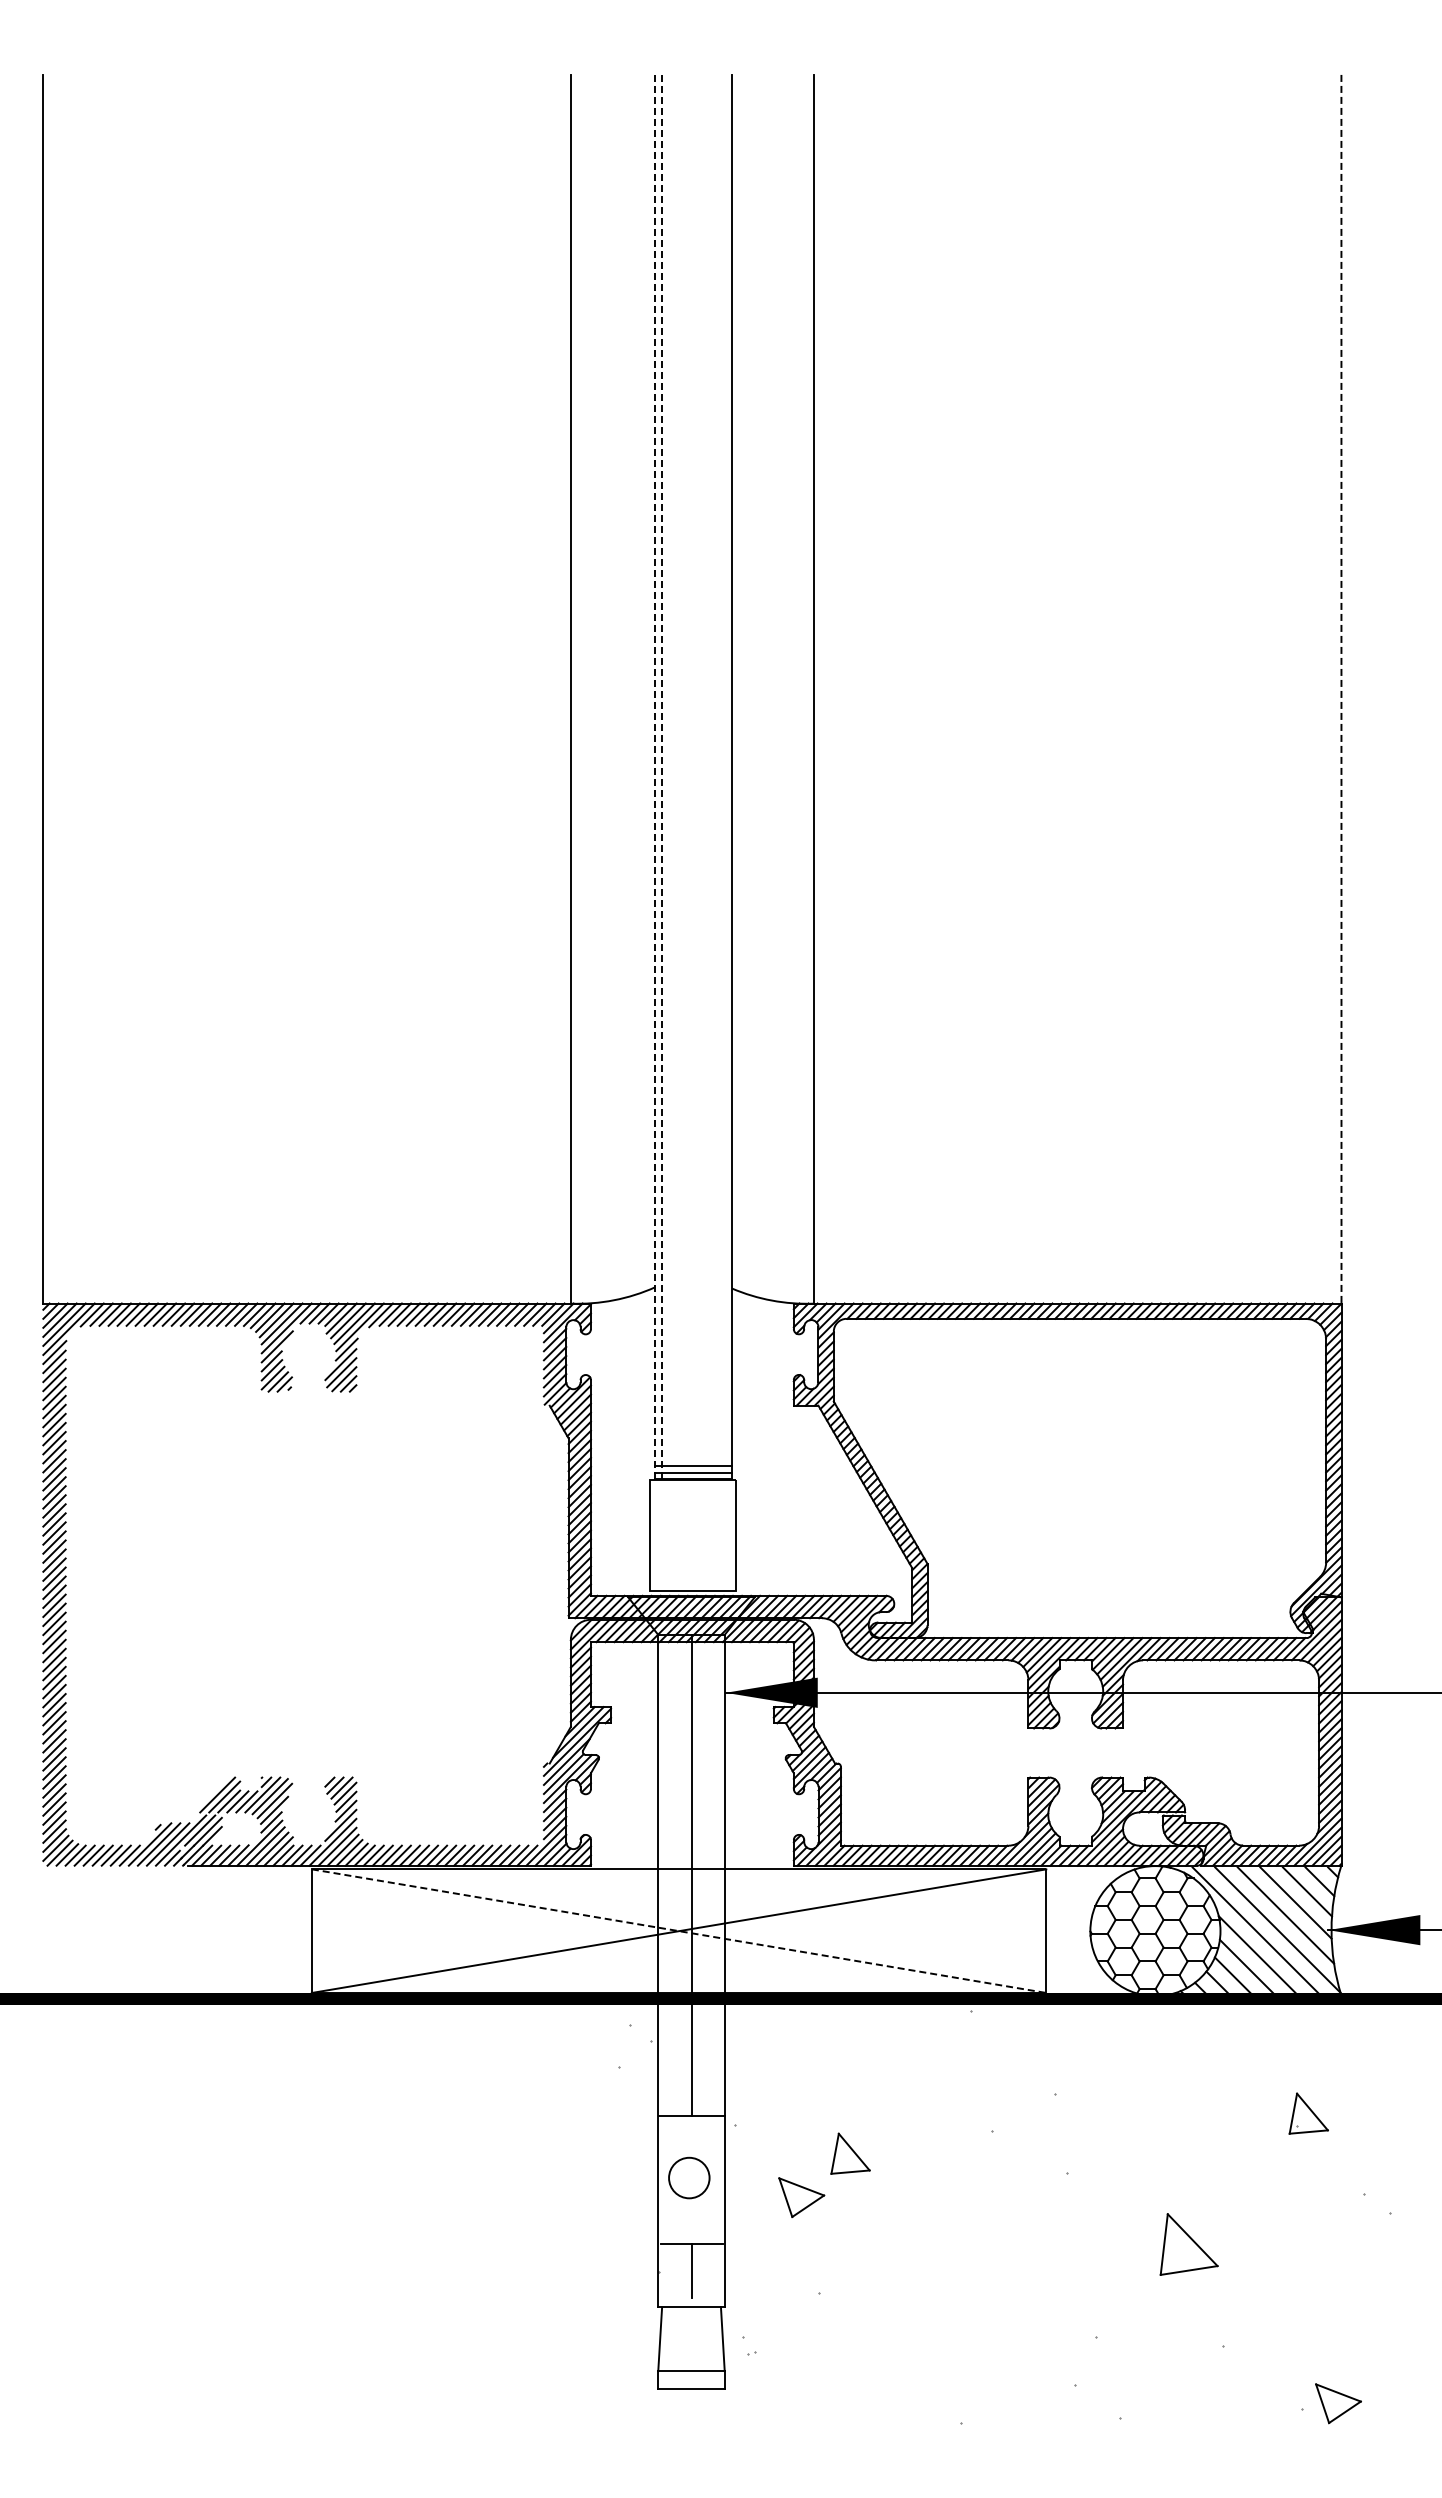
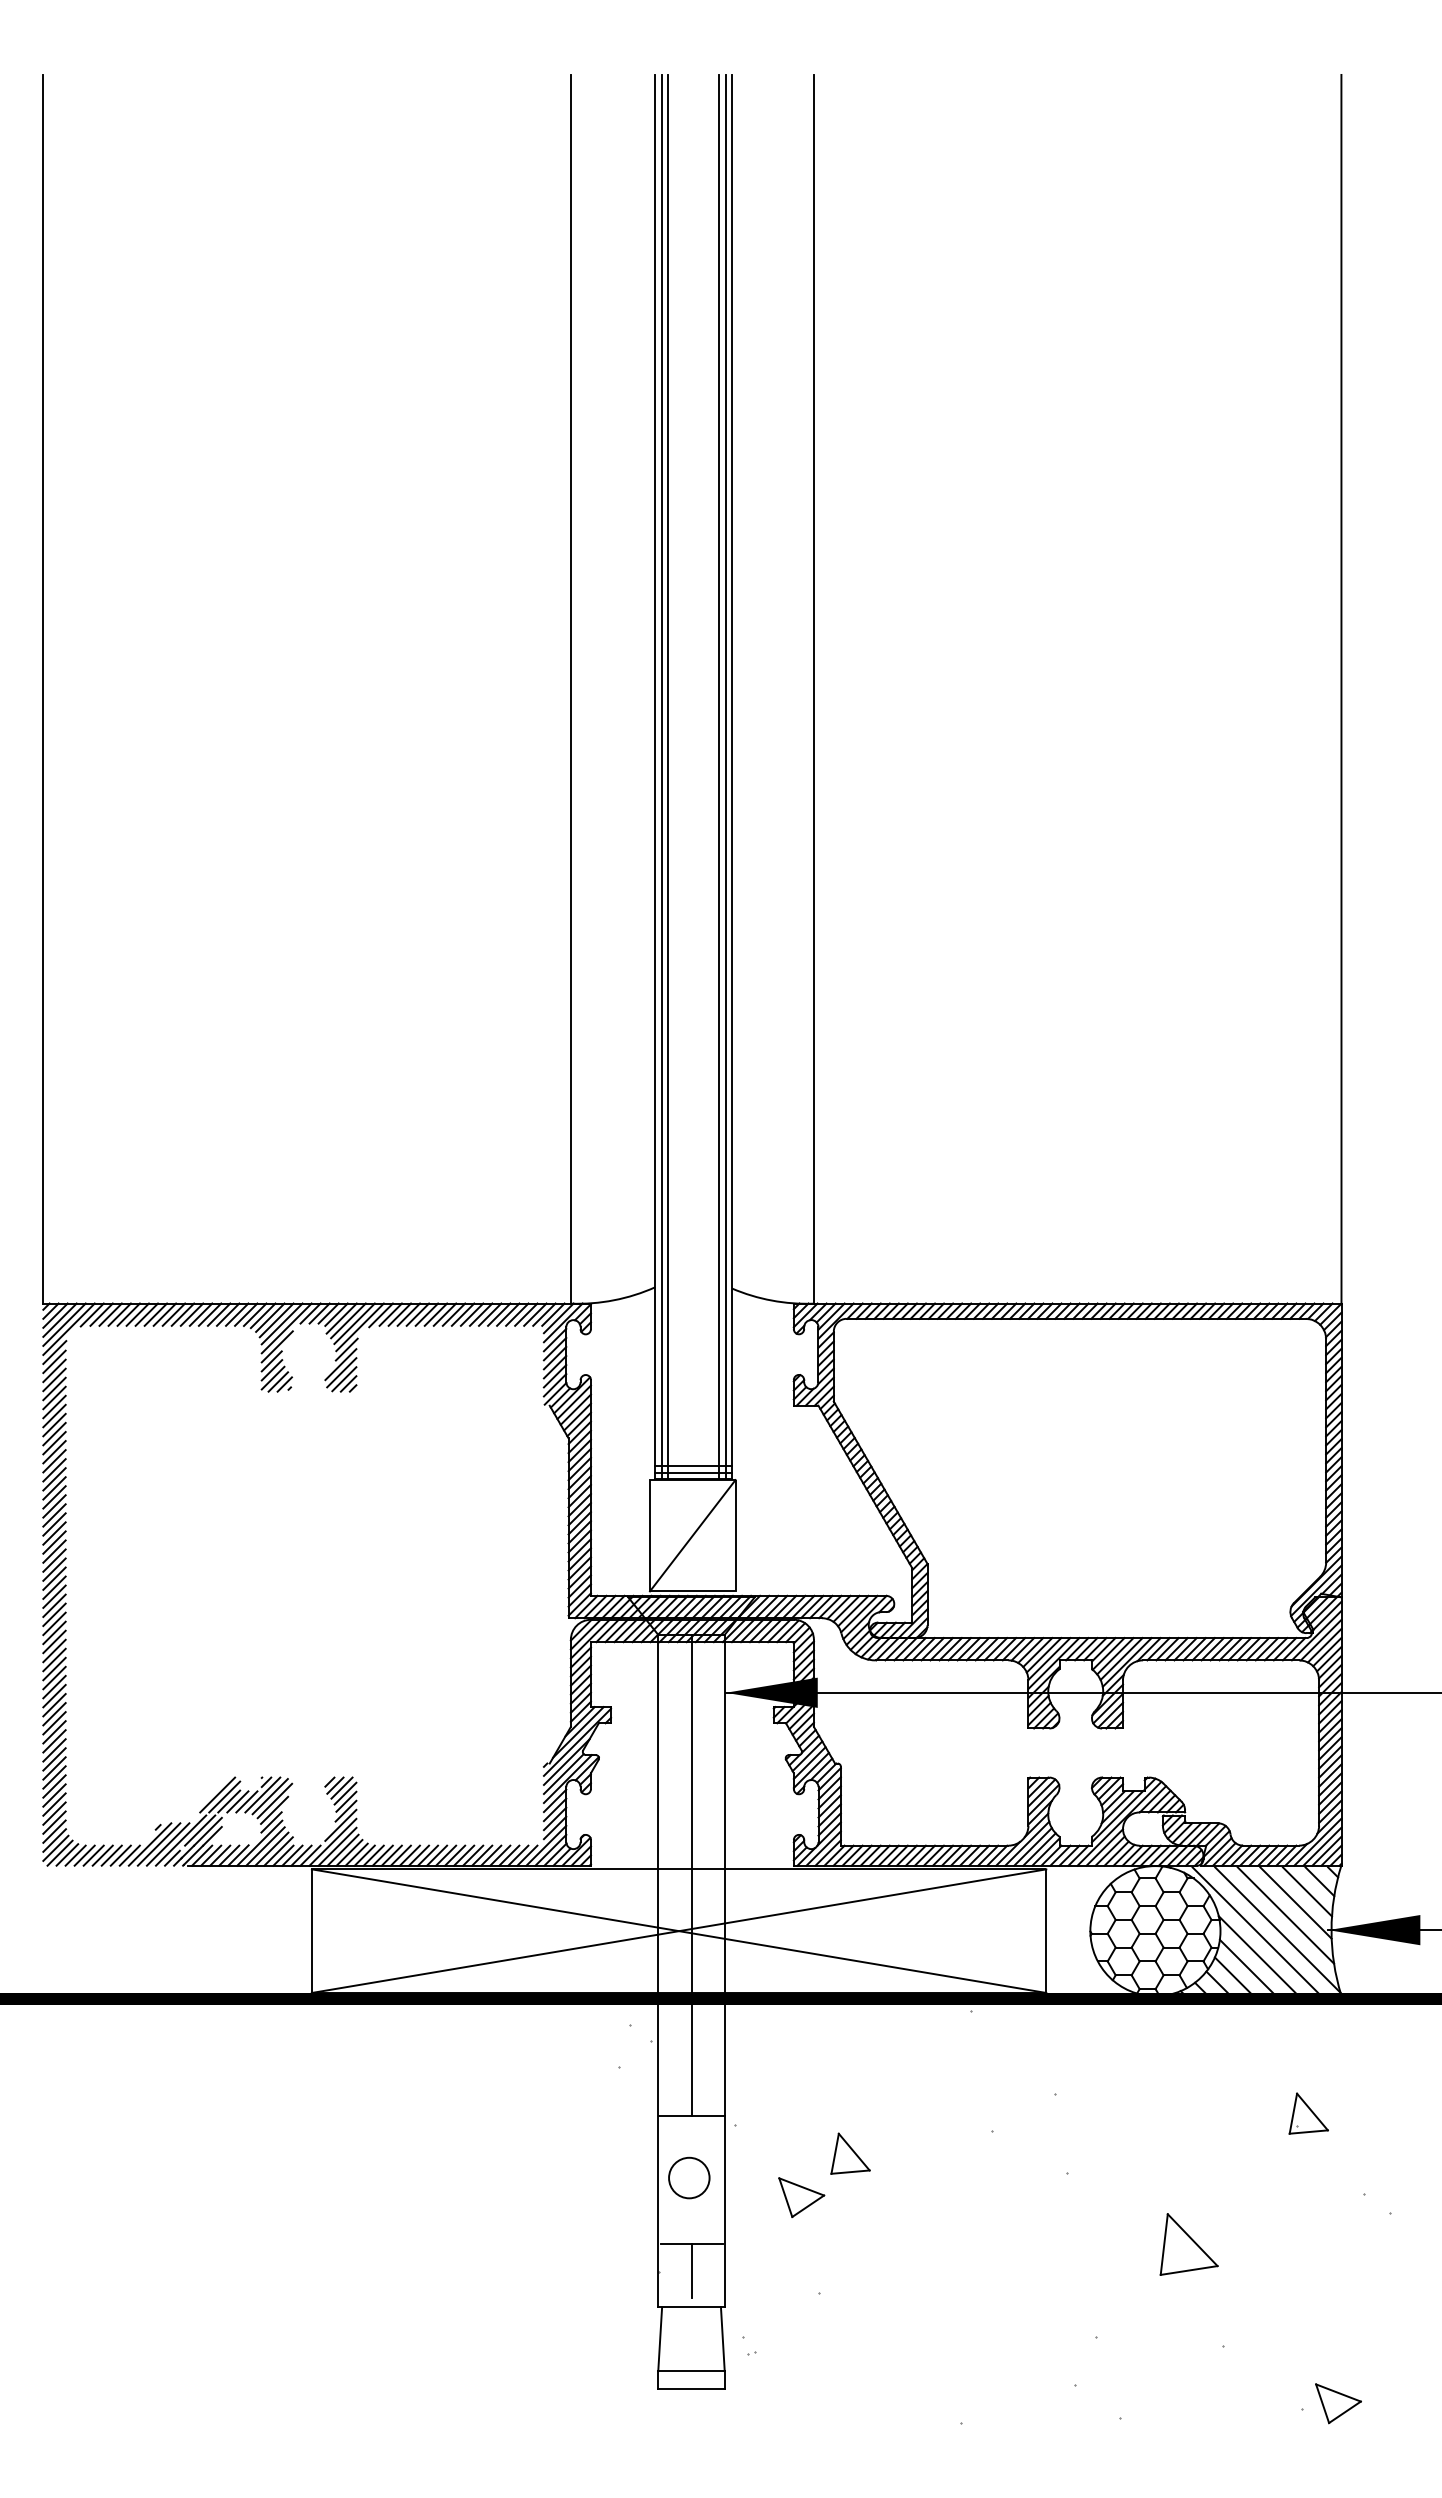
line at (1341, 689): dashed -> solid
line at (655, 776): dashed -> solid
line at (661, 776): dashed -> solid
line at (668, 776): none -> present
line at (719, 776): none -> present
line at (725, 776): none -> present
line at (692, 1535): none -> present
line at (679, 1931): dashed -> solid
